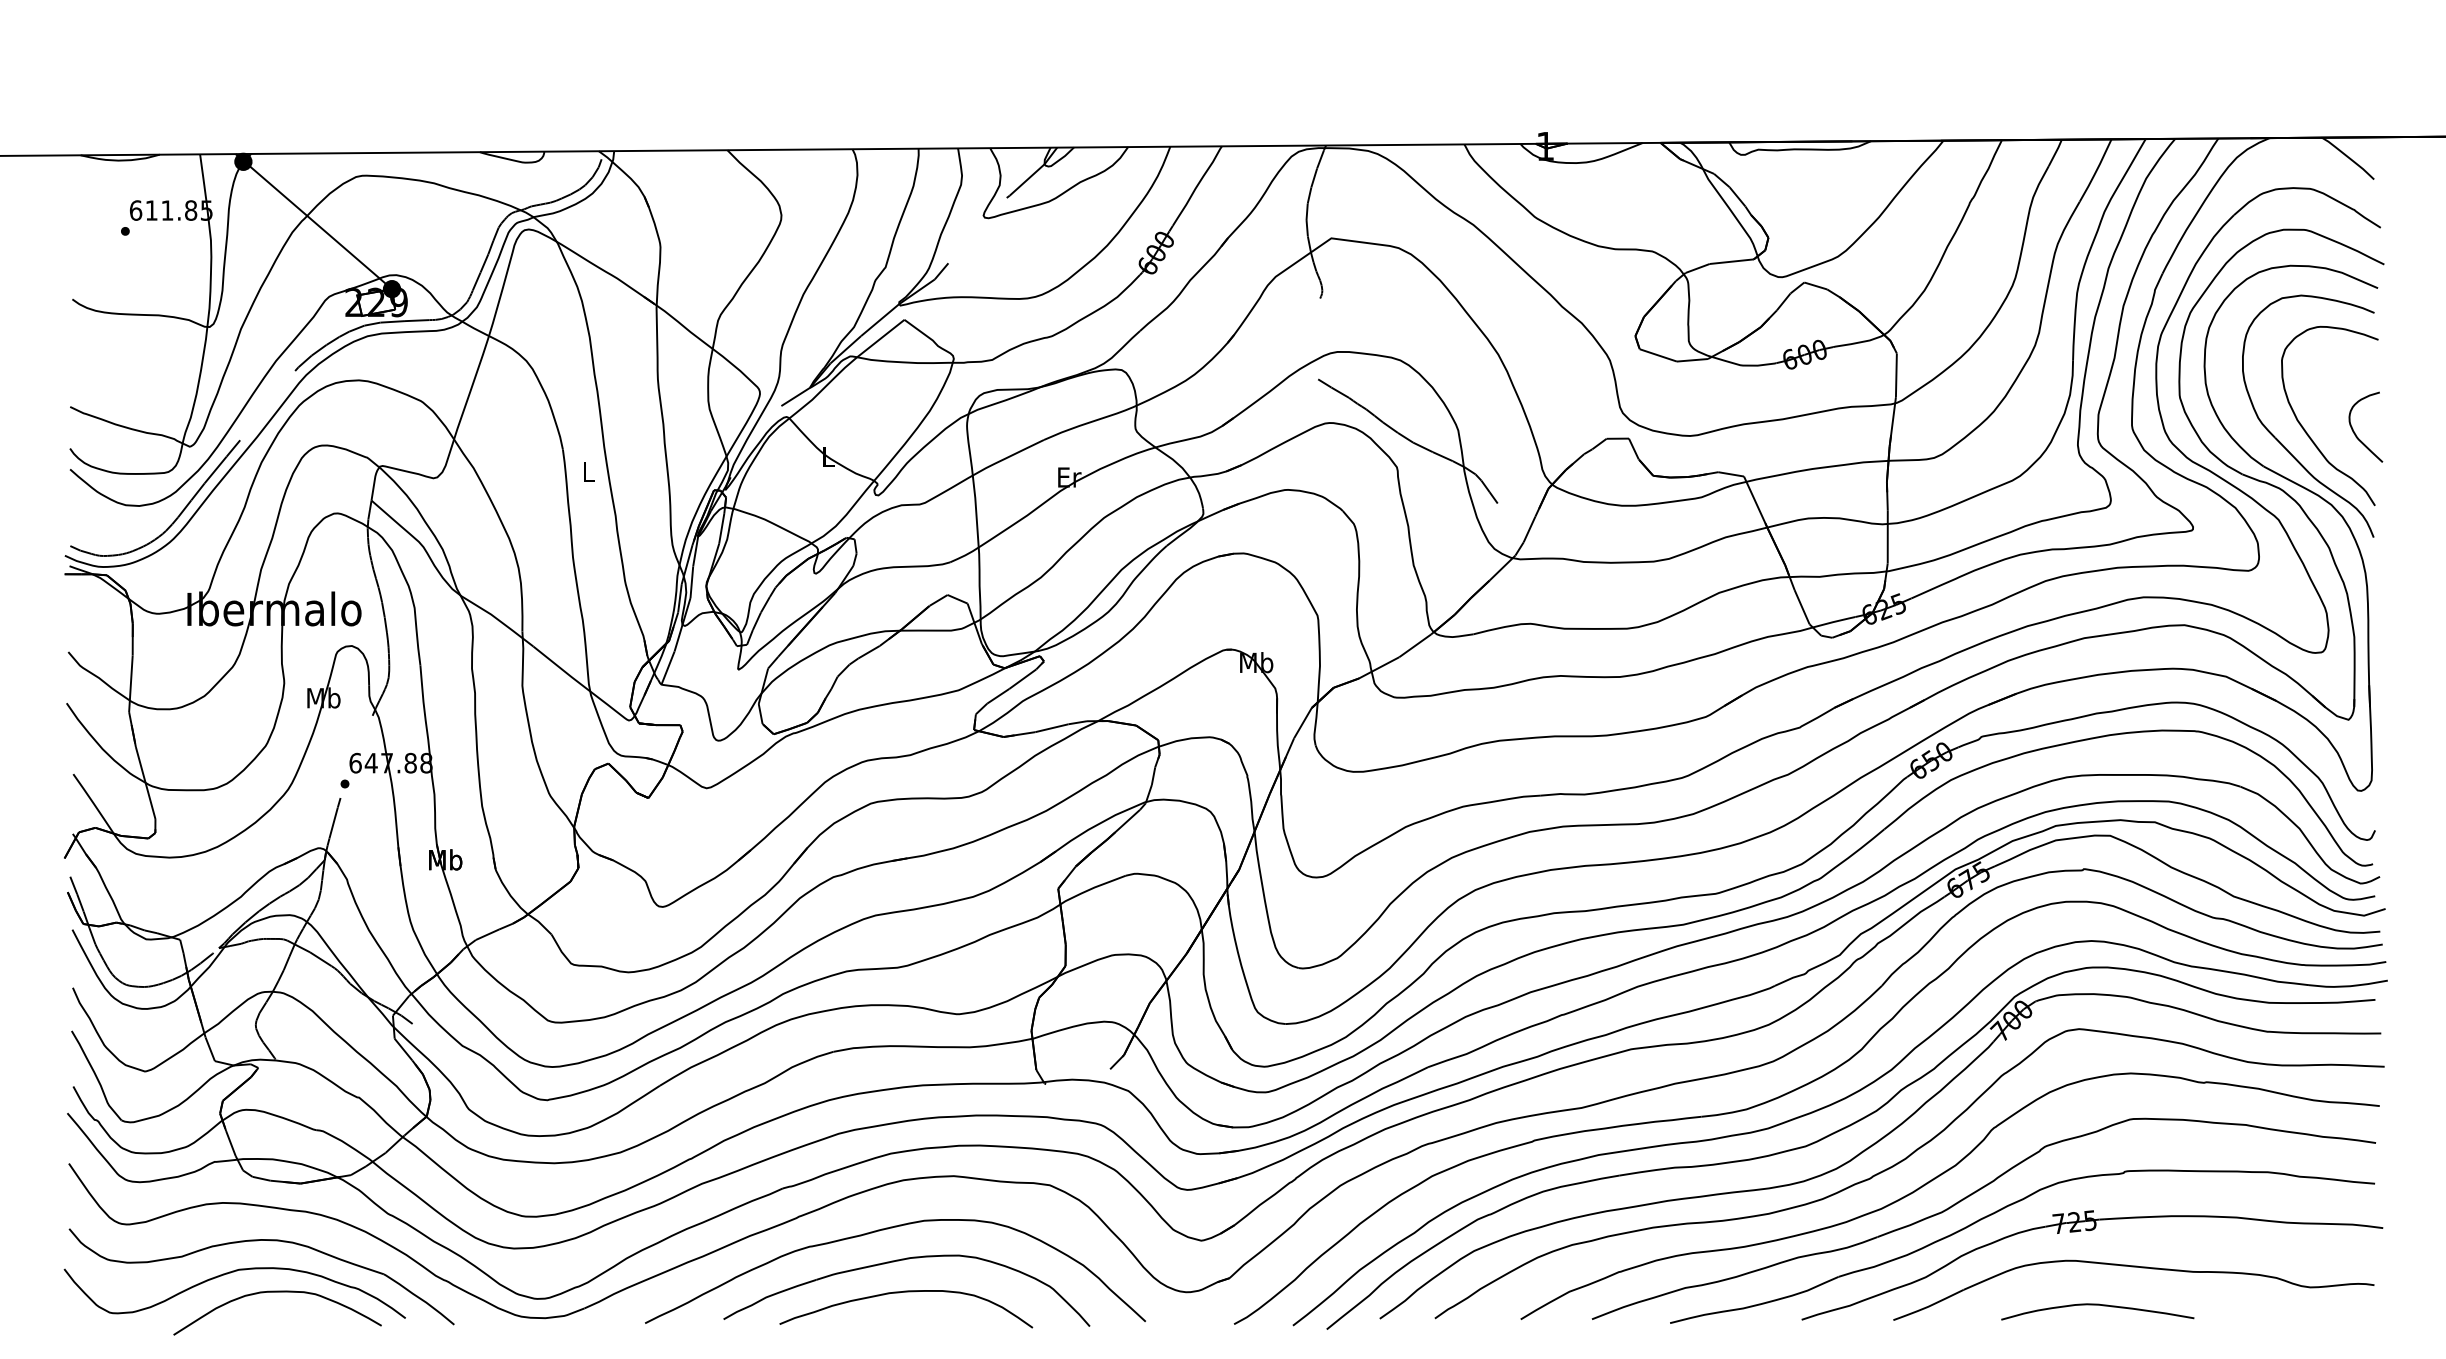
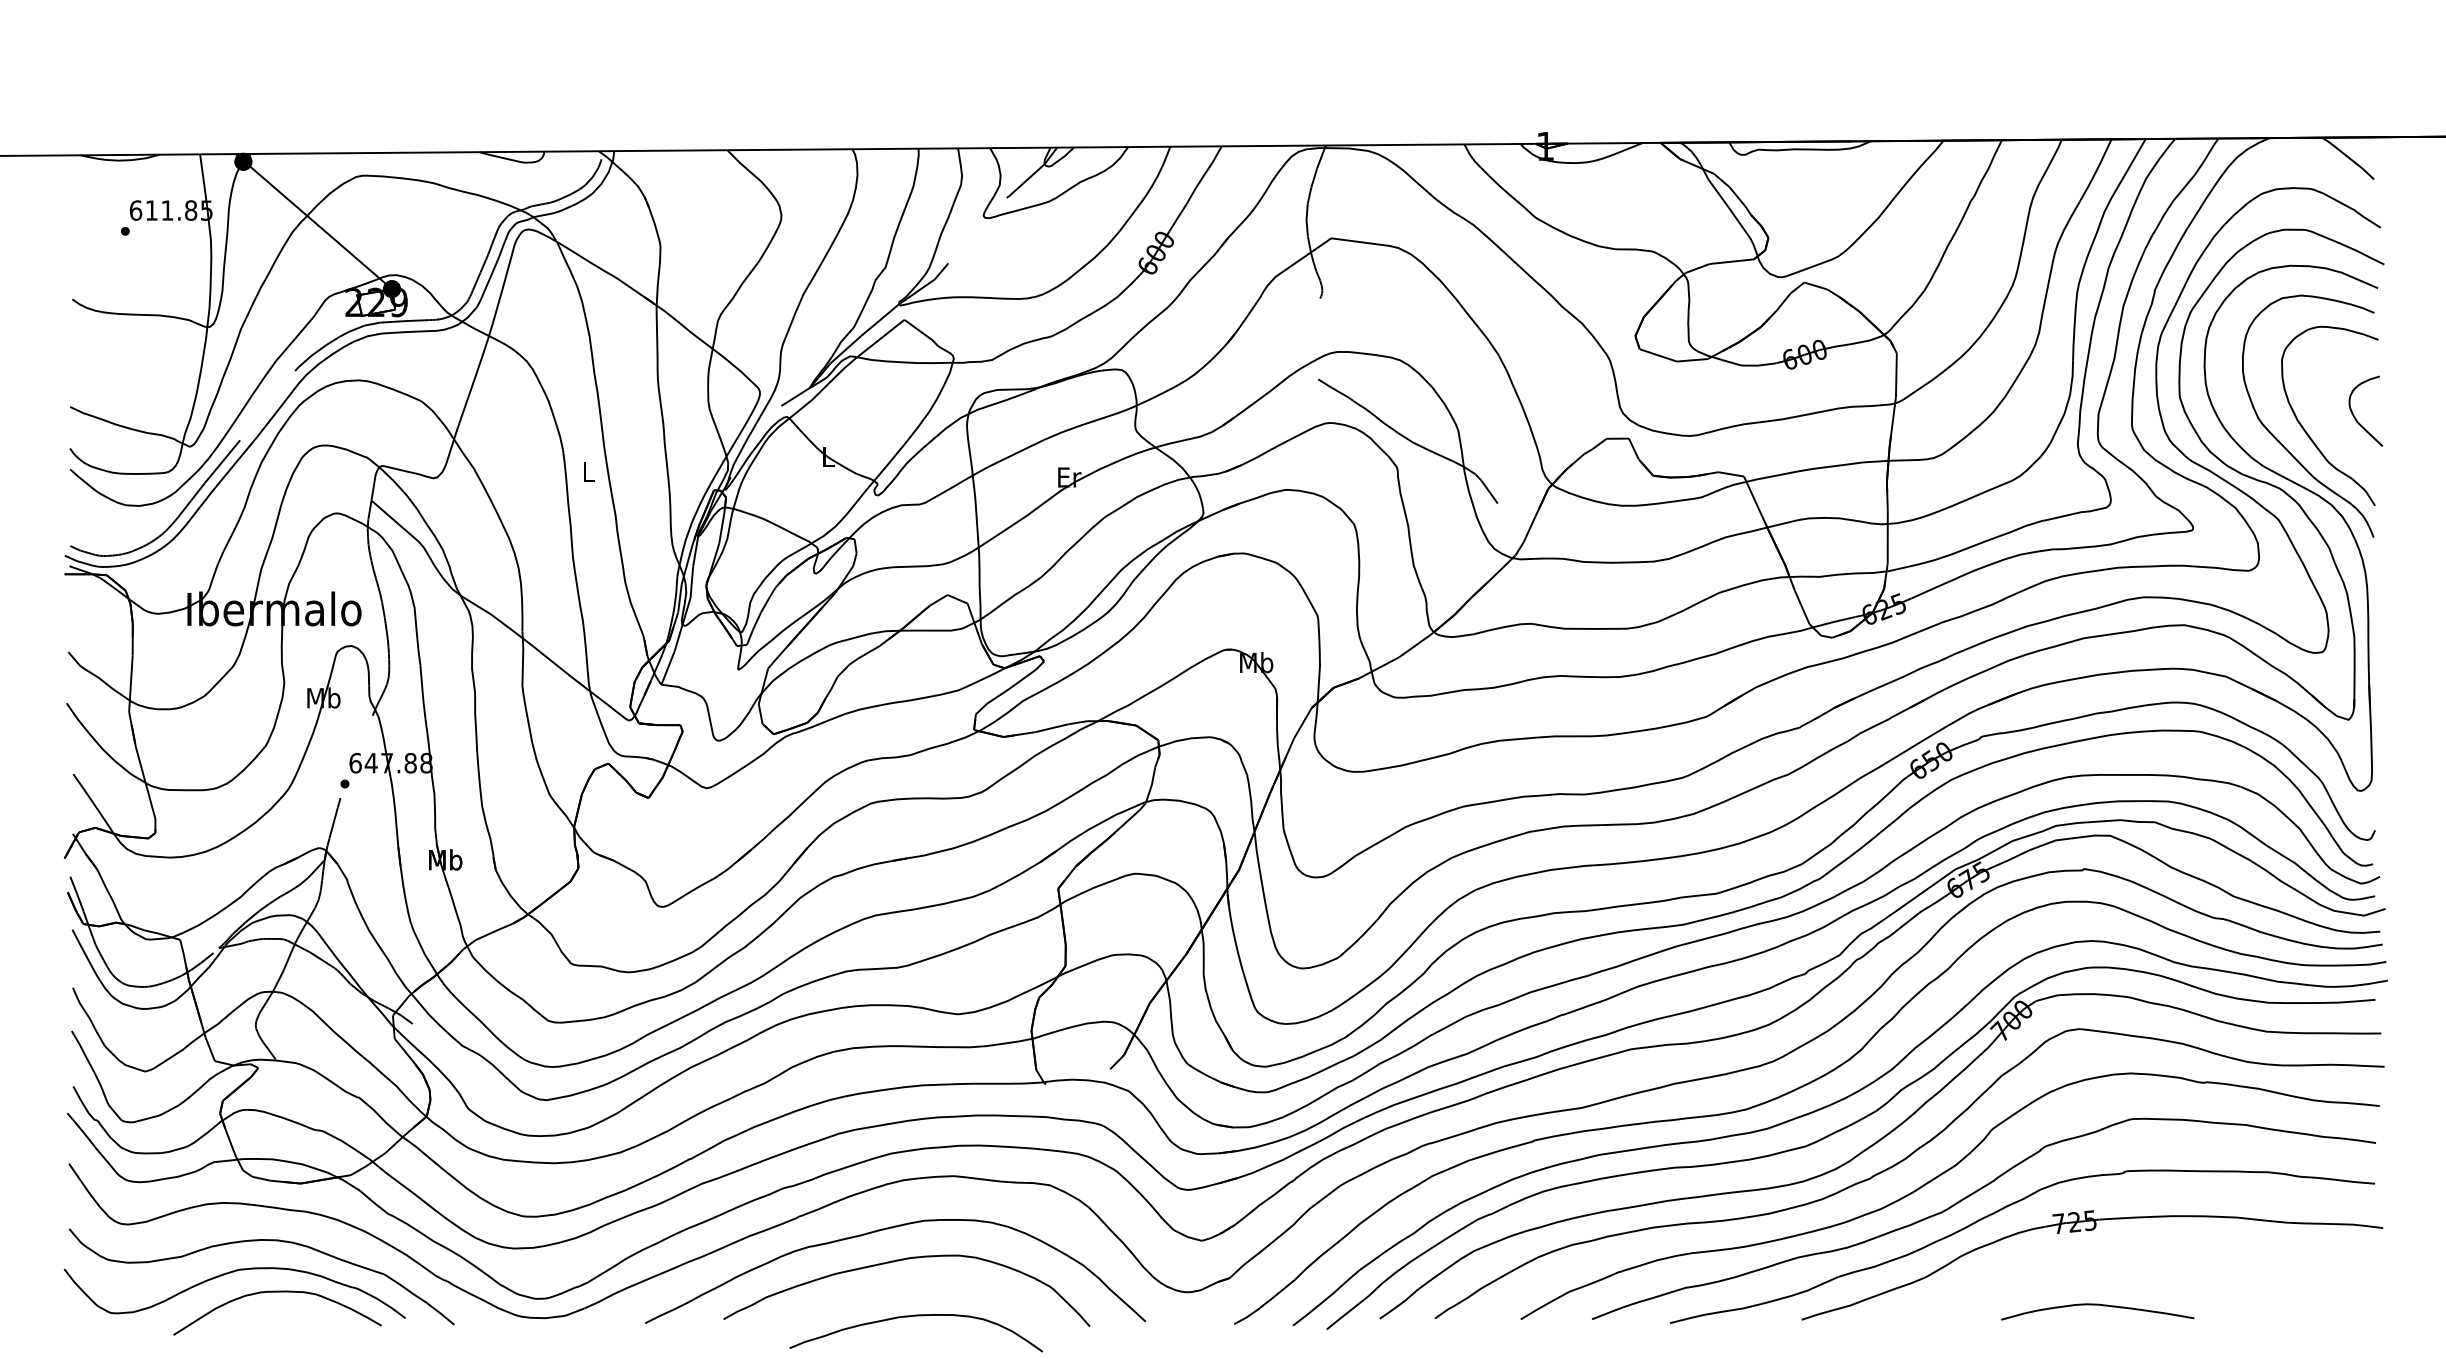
curve at (2355, 432) position: (2355, 432) -> (2355, 416)
part at (2133, 1267): present -> none
curve at (906, 1292) position: (906, 1292) -> (916, 1316)
